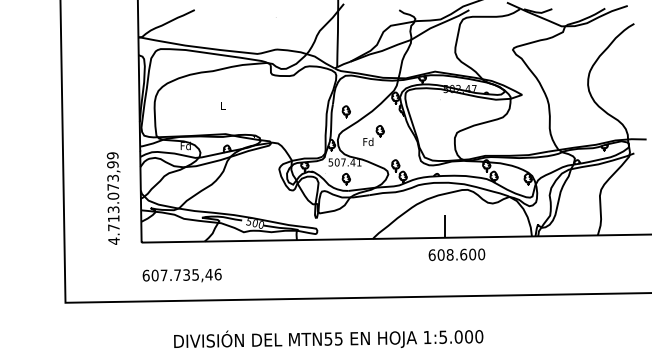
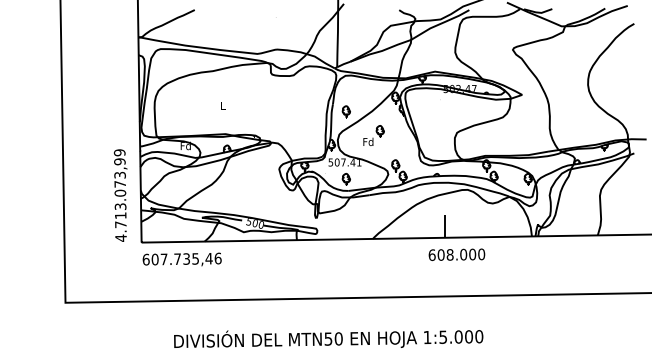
text at (113, 198) position: (113, 198) -> (120, 195)
text at (463, 254): 608.600 -> 608.000
text at (181, 275) position: (181, 275) -> (181, 259)
text at (338, 338): MTN55 -> MTN50
